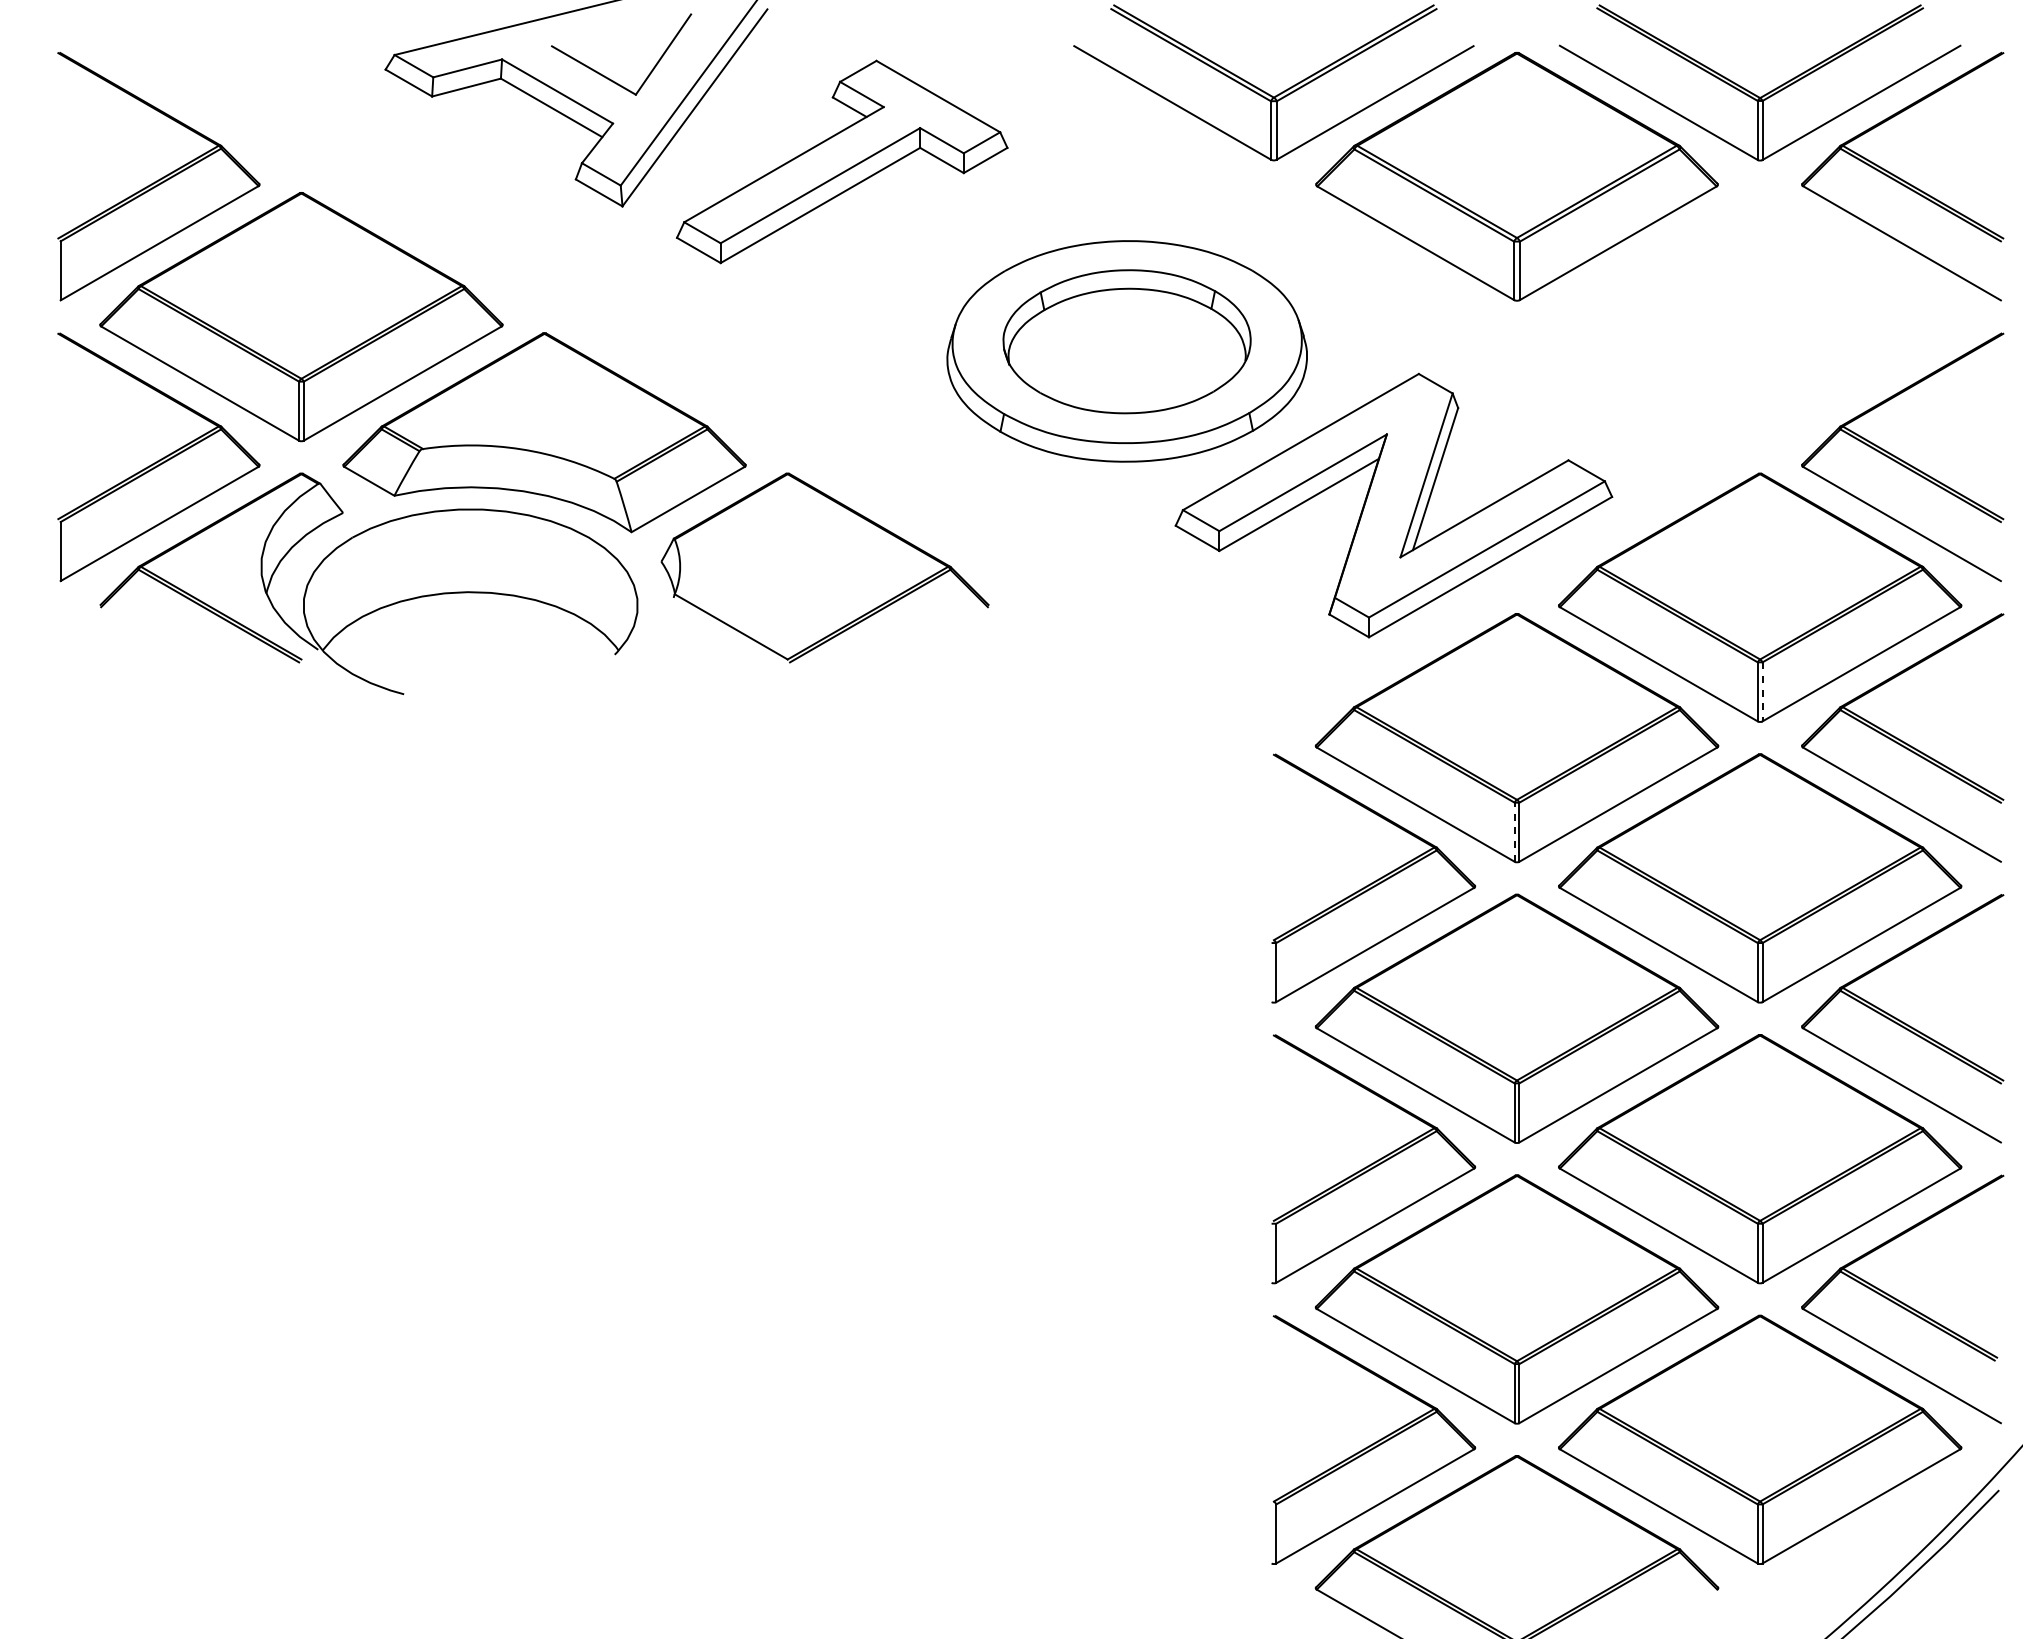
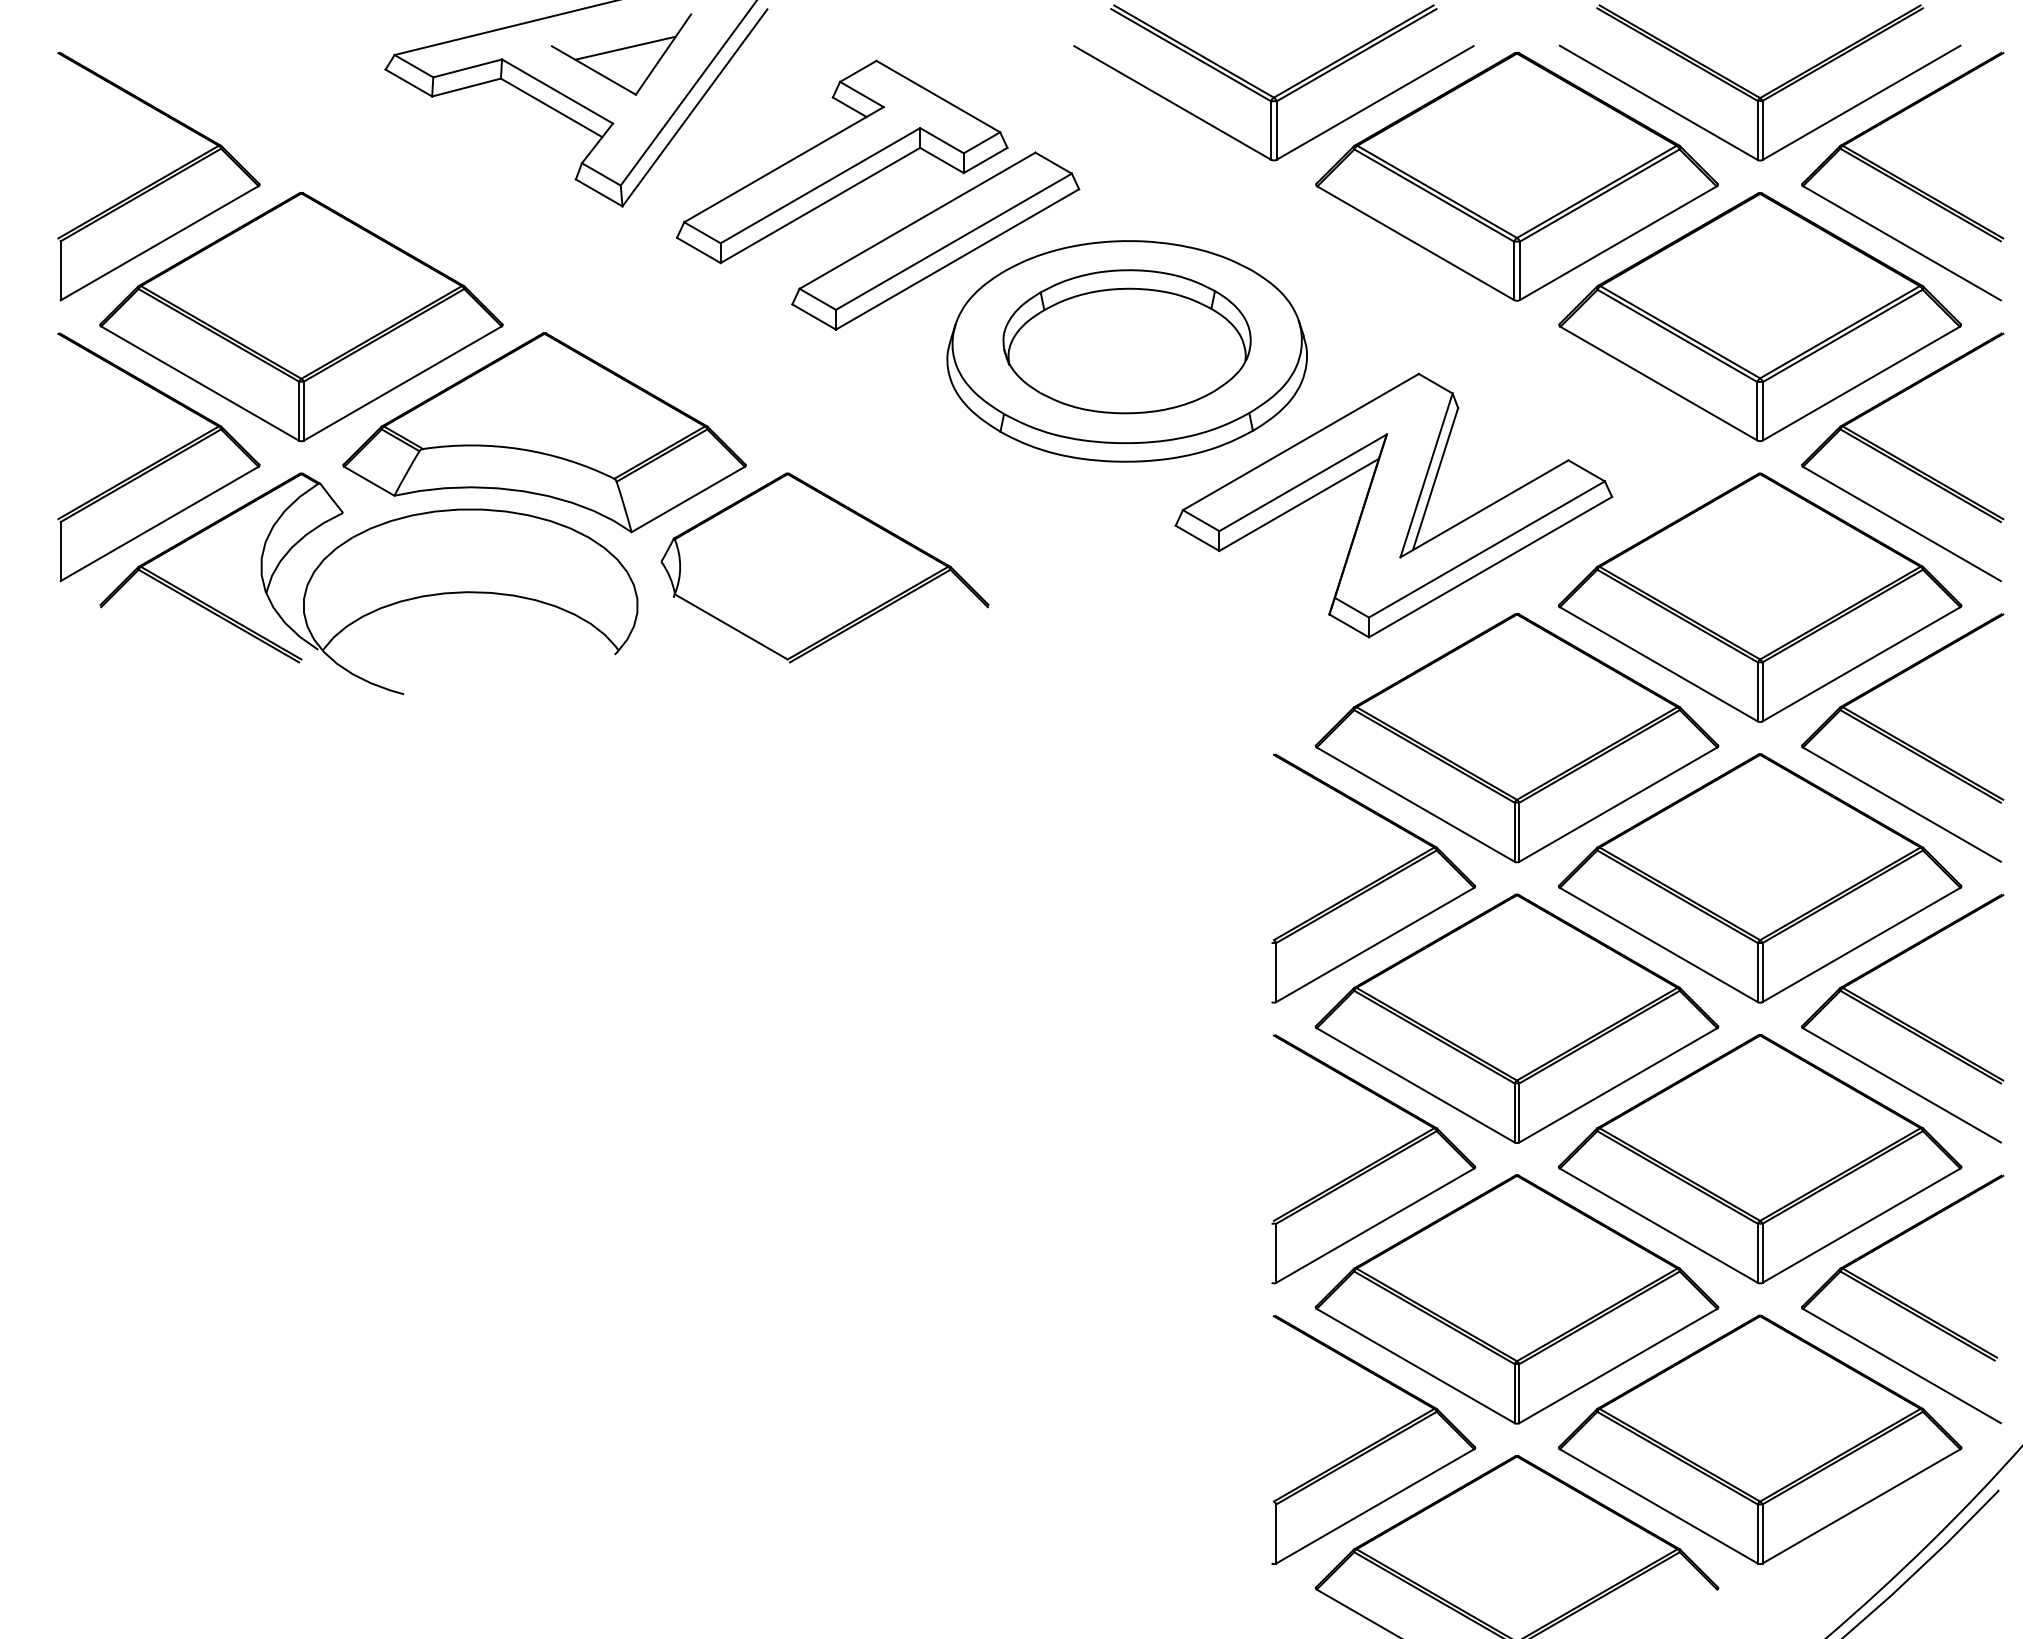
line at (625, 47): none -> present
part at (935, 240): none -> present
part at (1759, 316): none -> present
line at (1762, 691): dashed -> solid
line at (1514, 832): dashed -> solid
